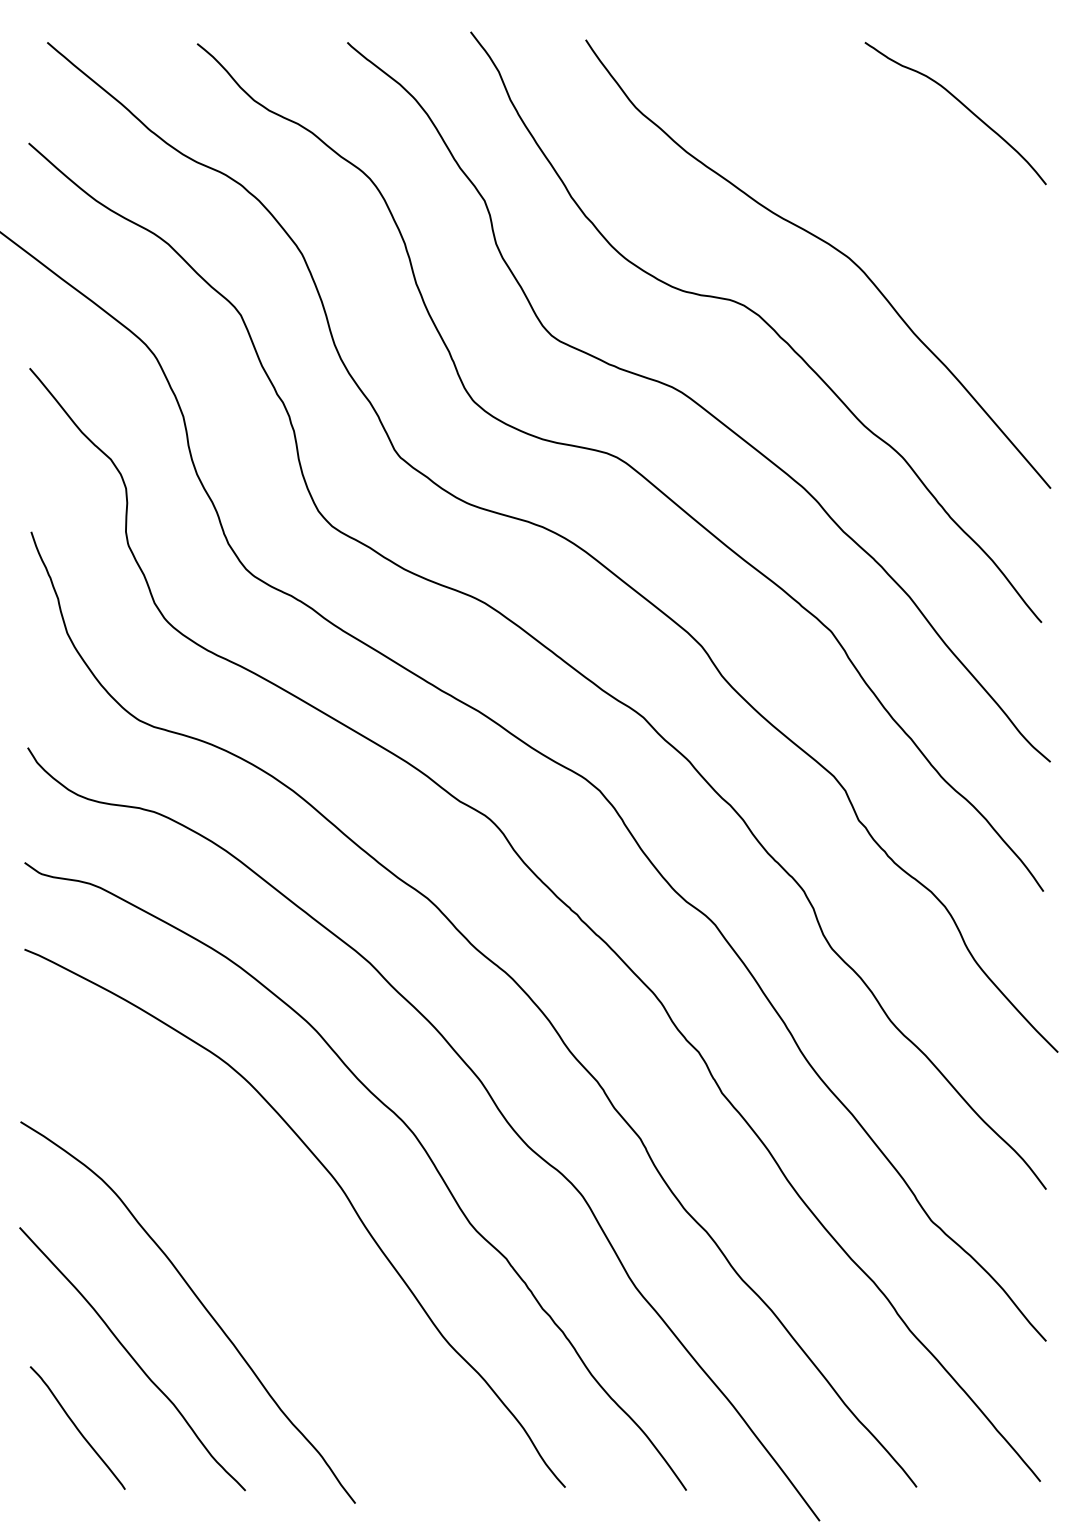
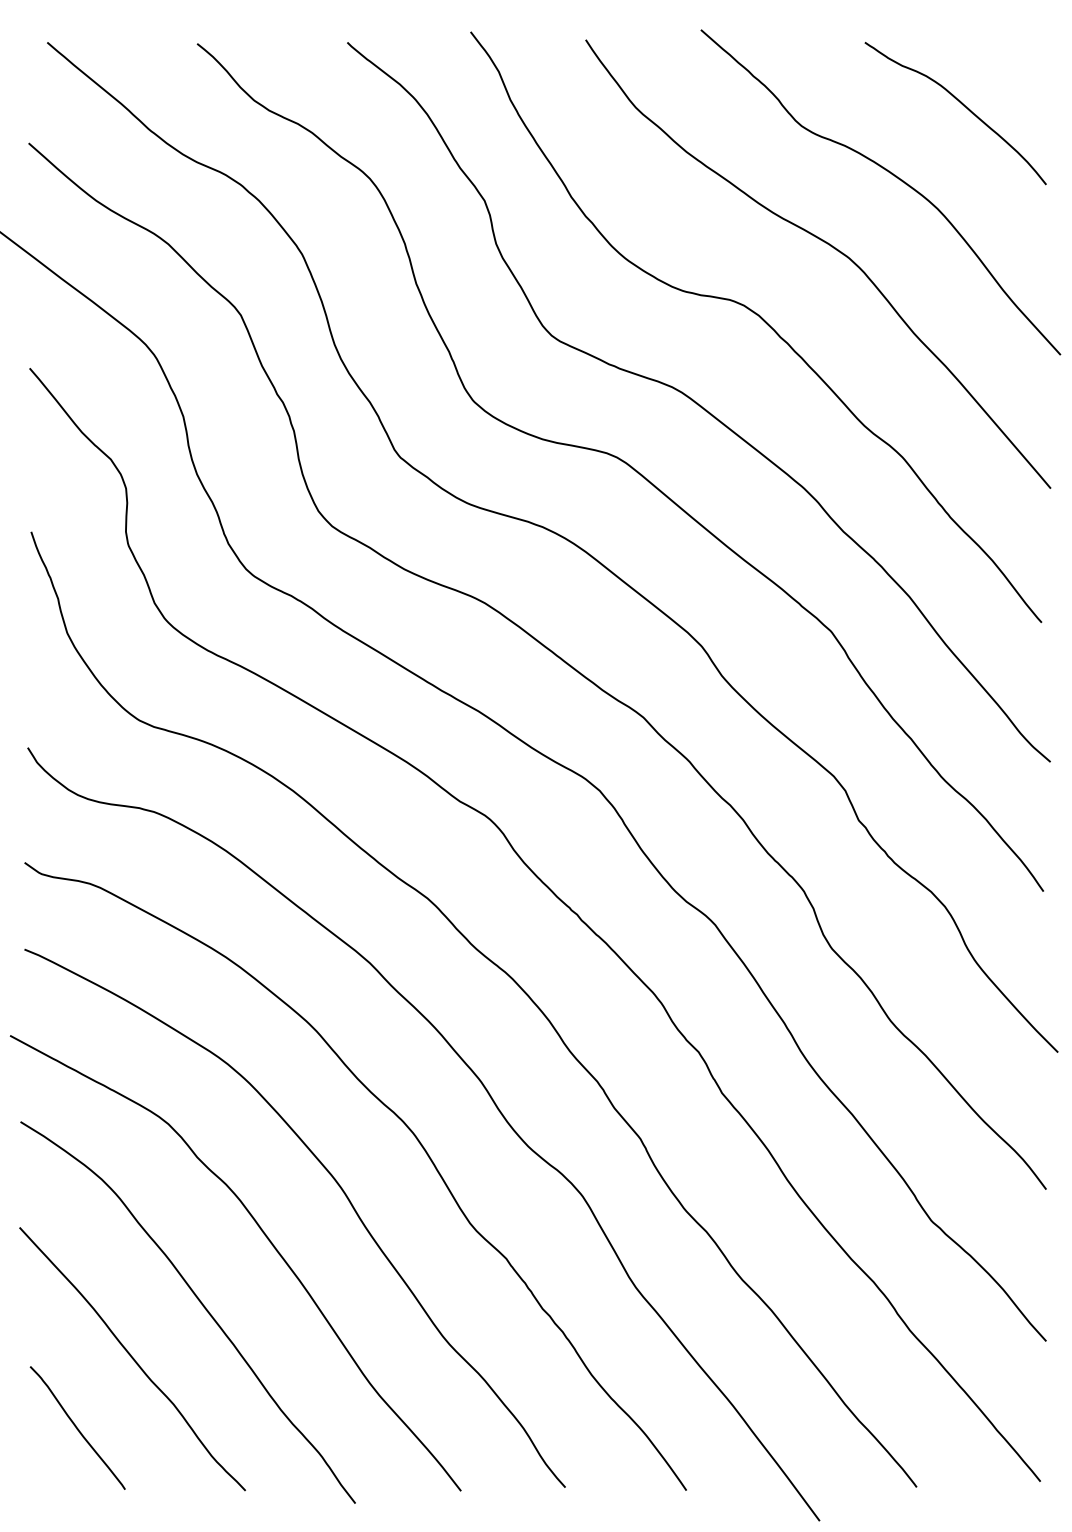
curve at (892, 175): none -> present
curve at (266, 1238): none -> present
